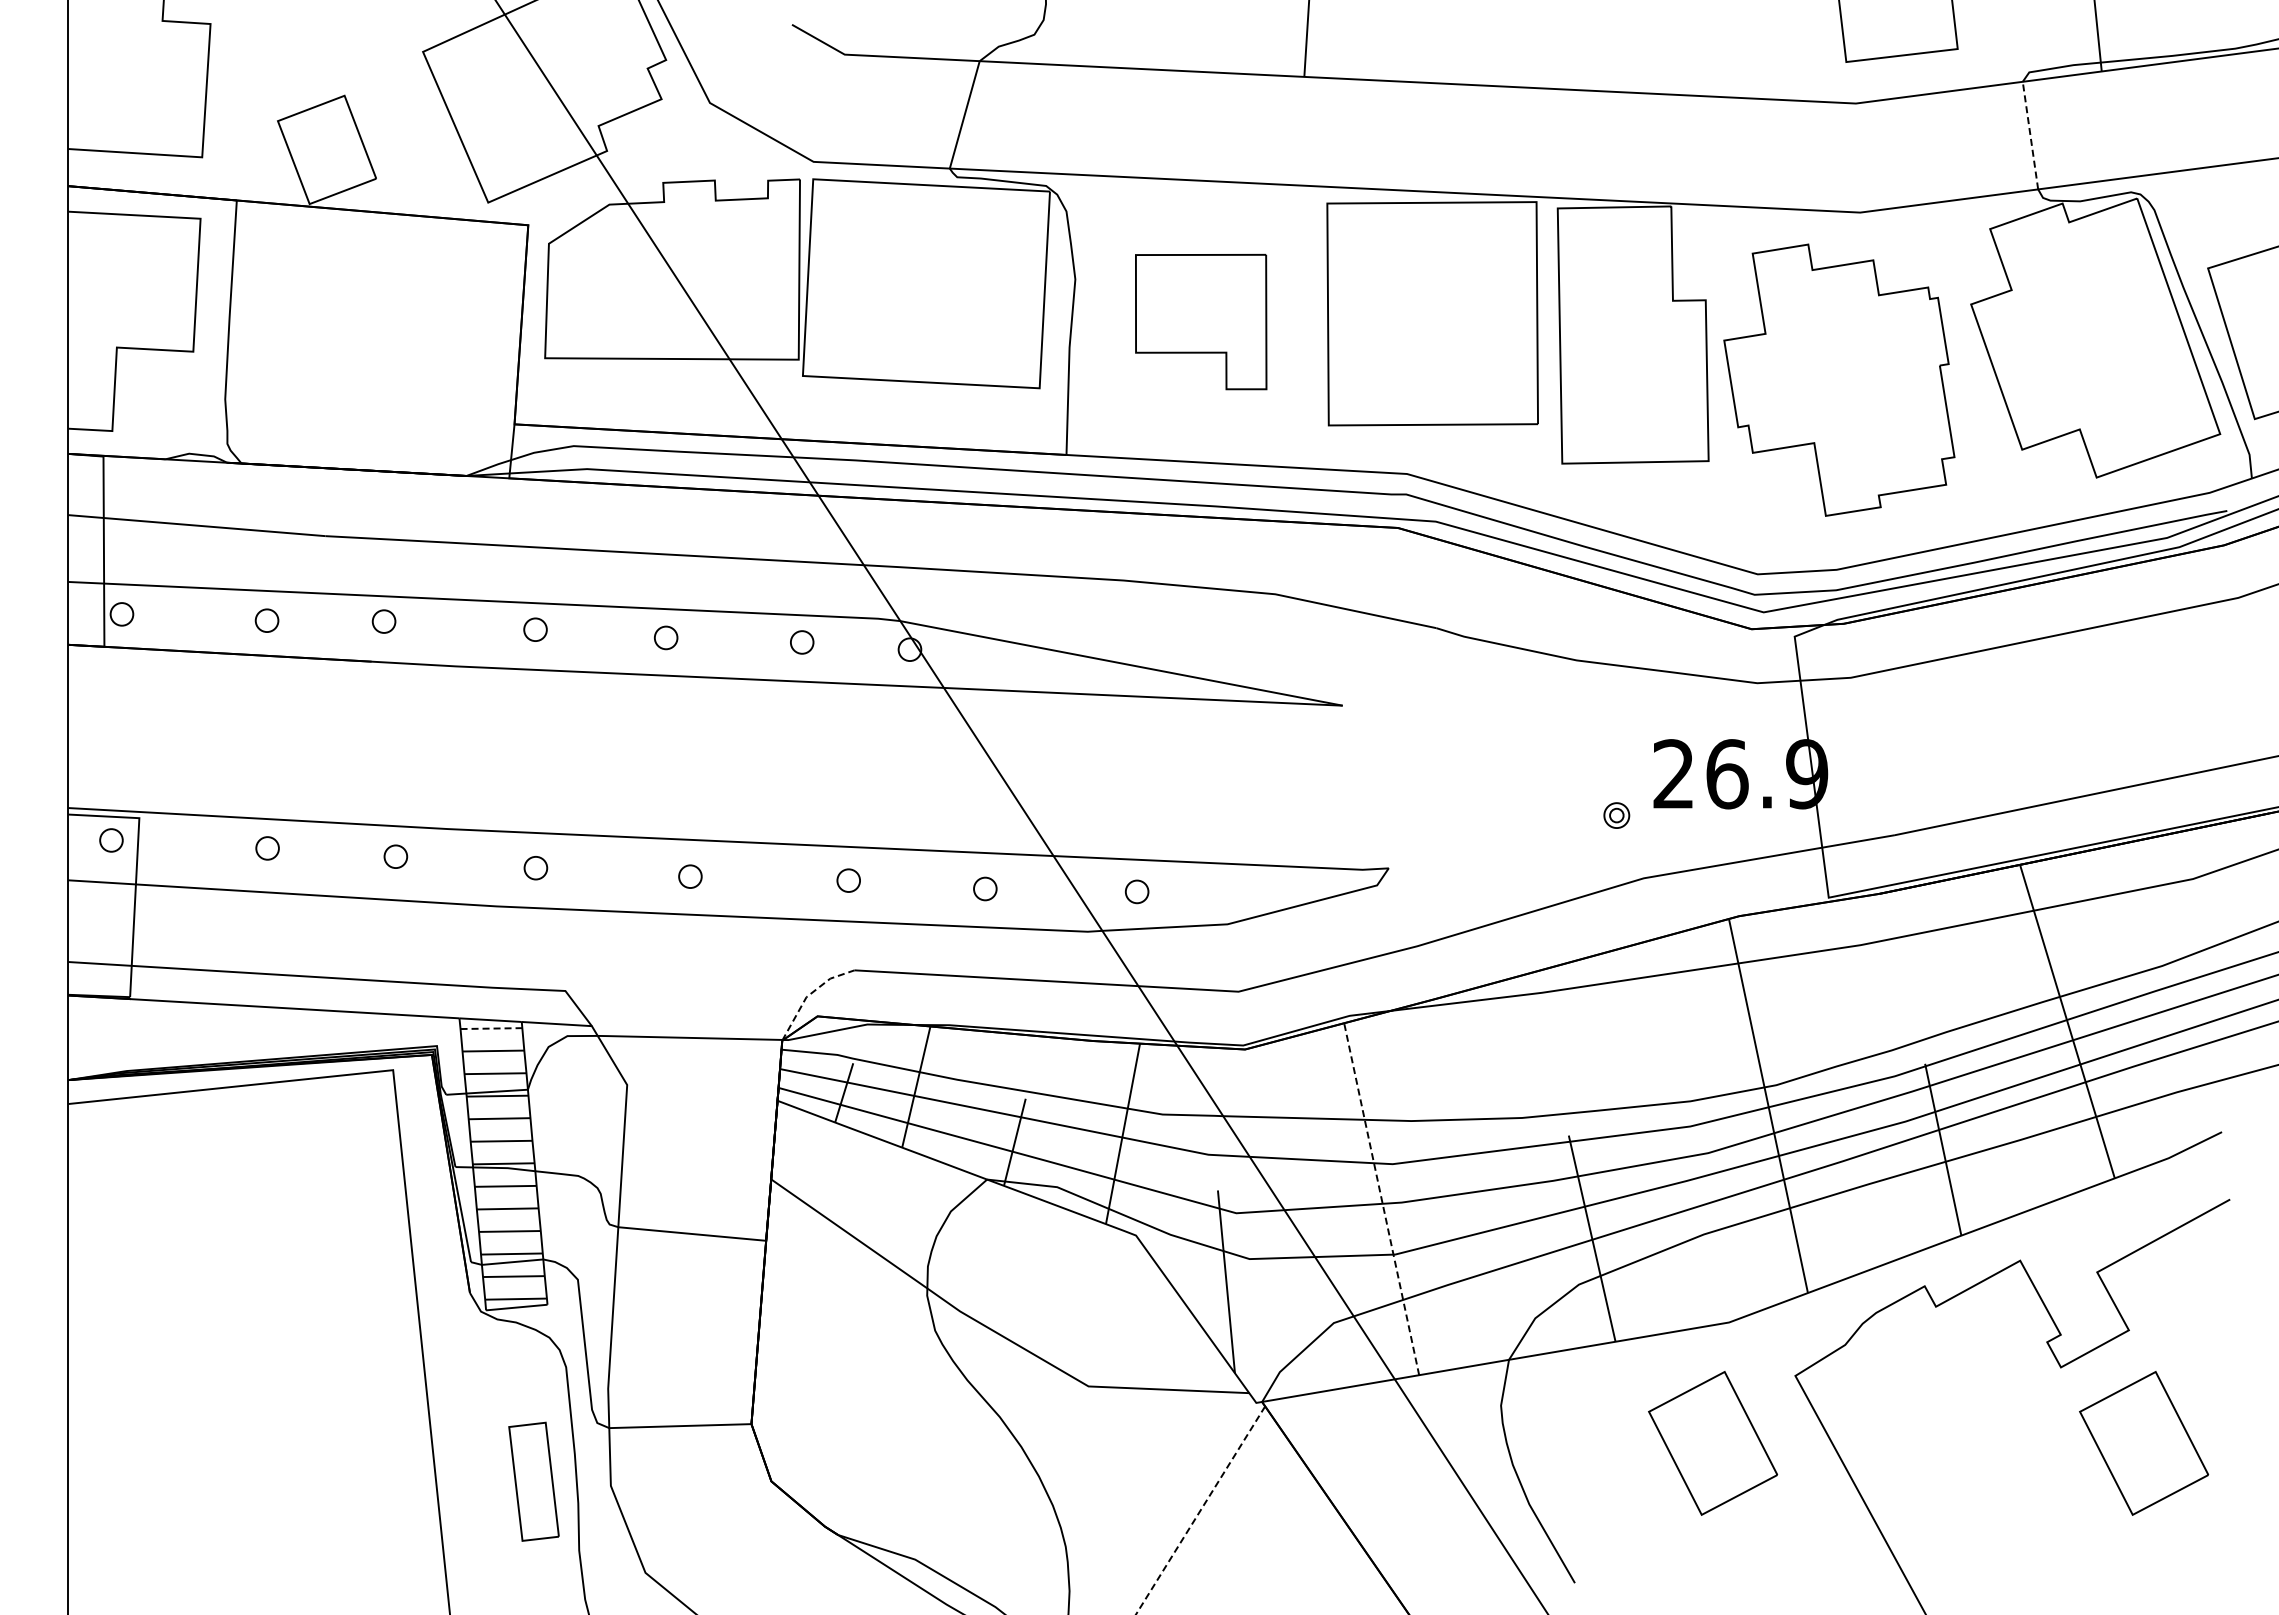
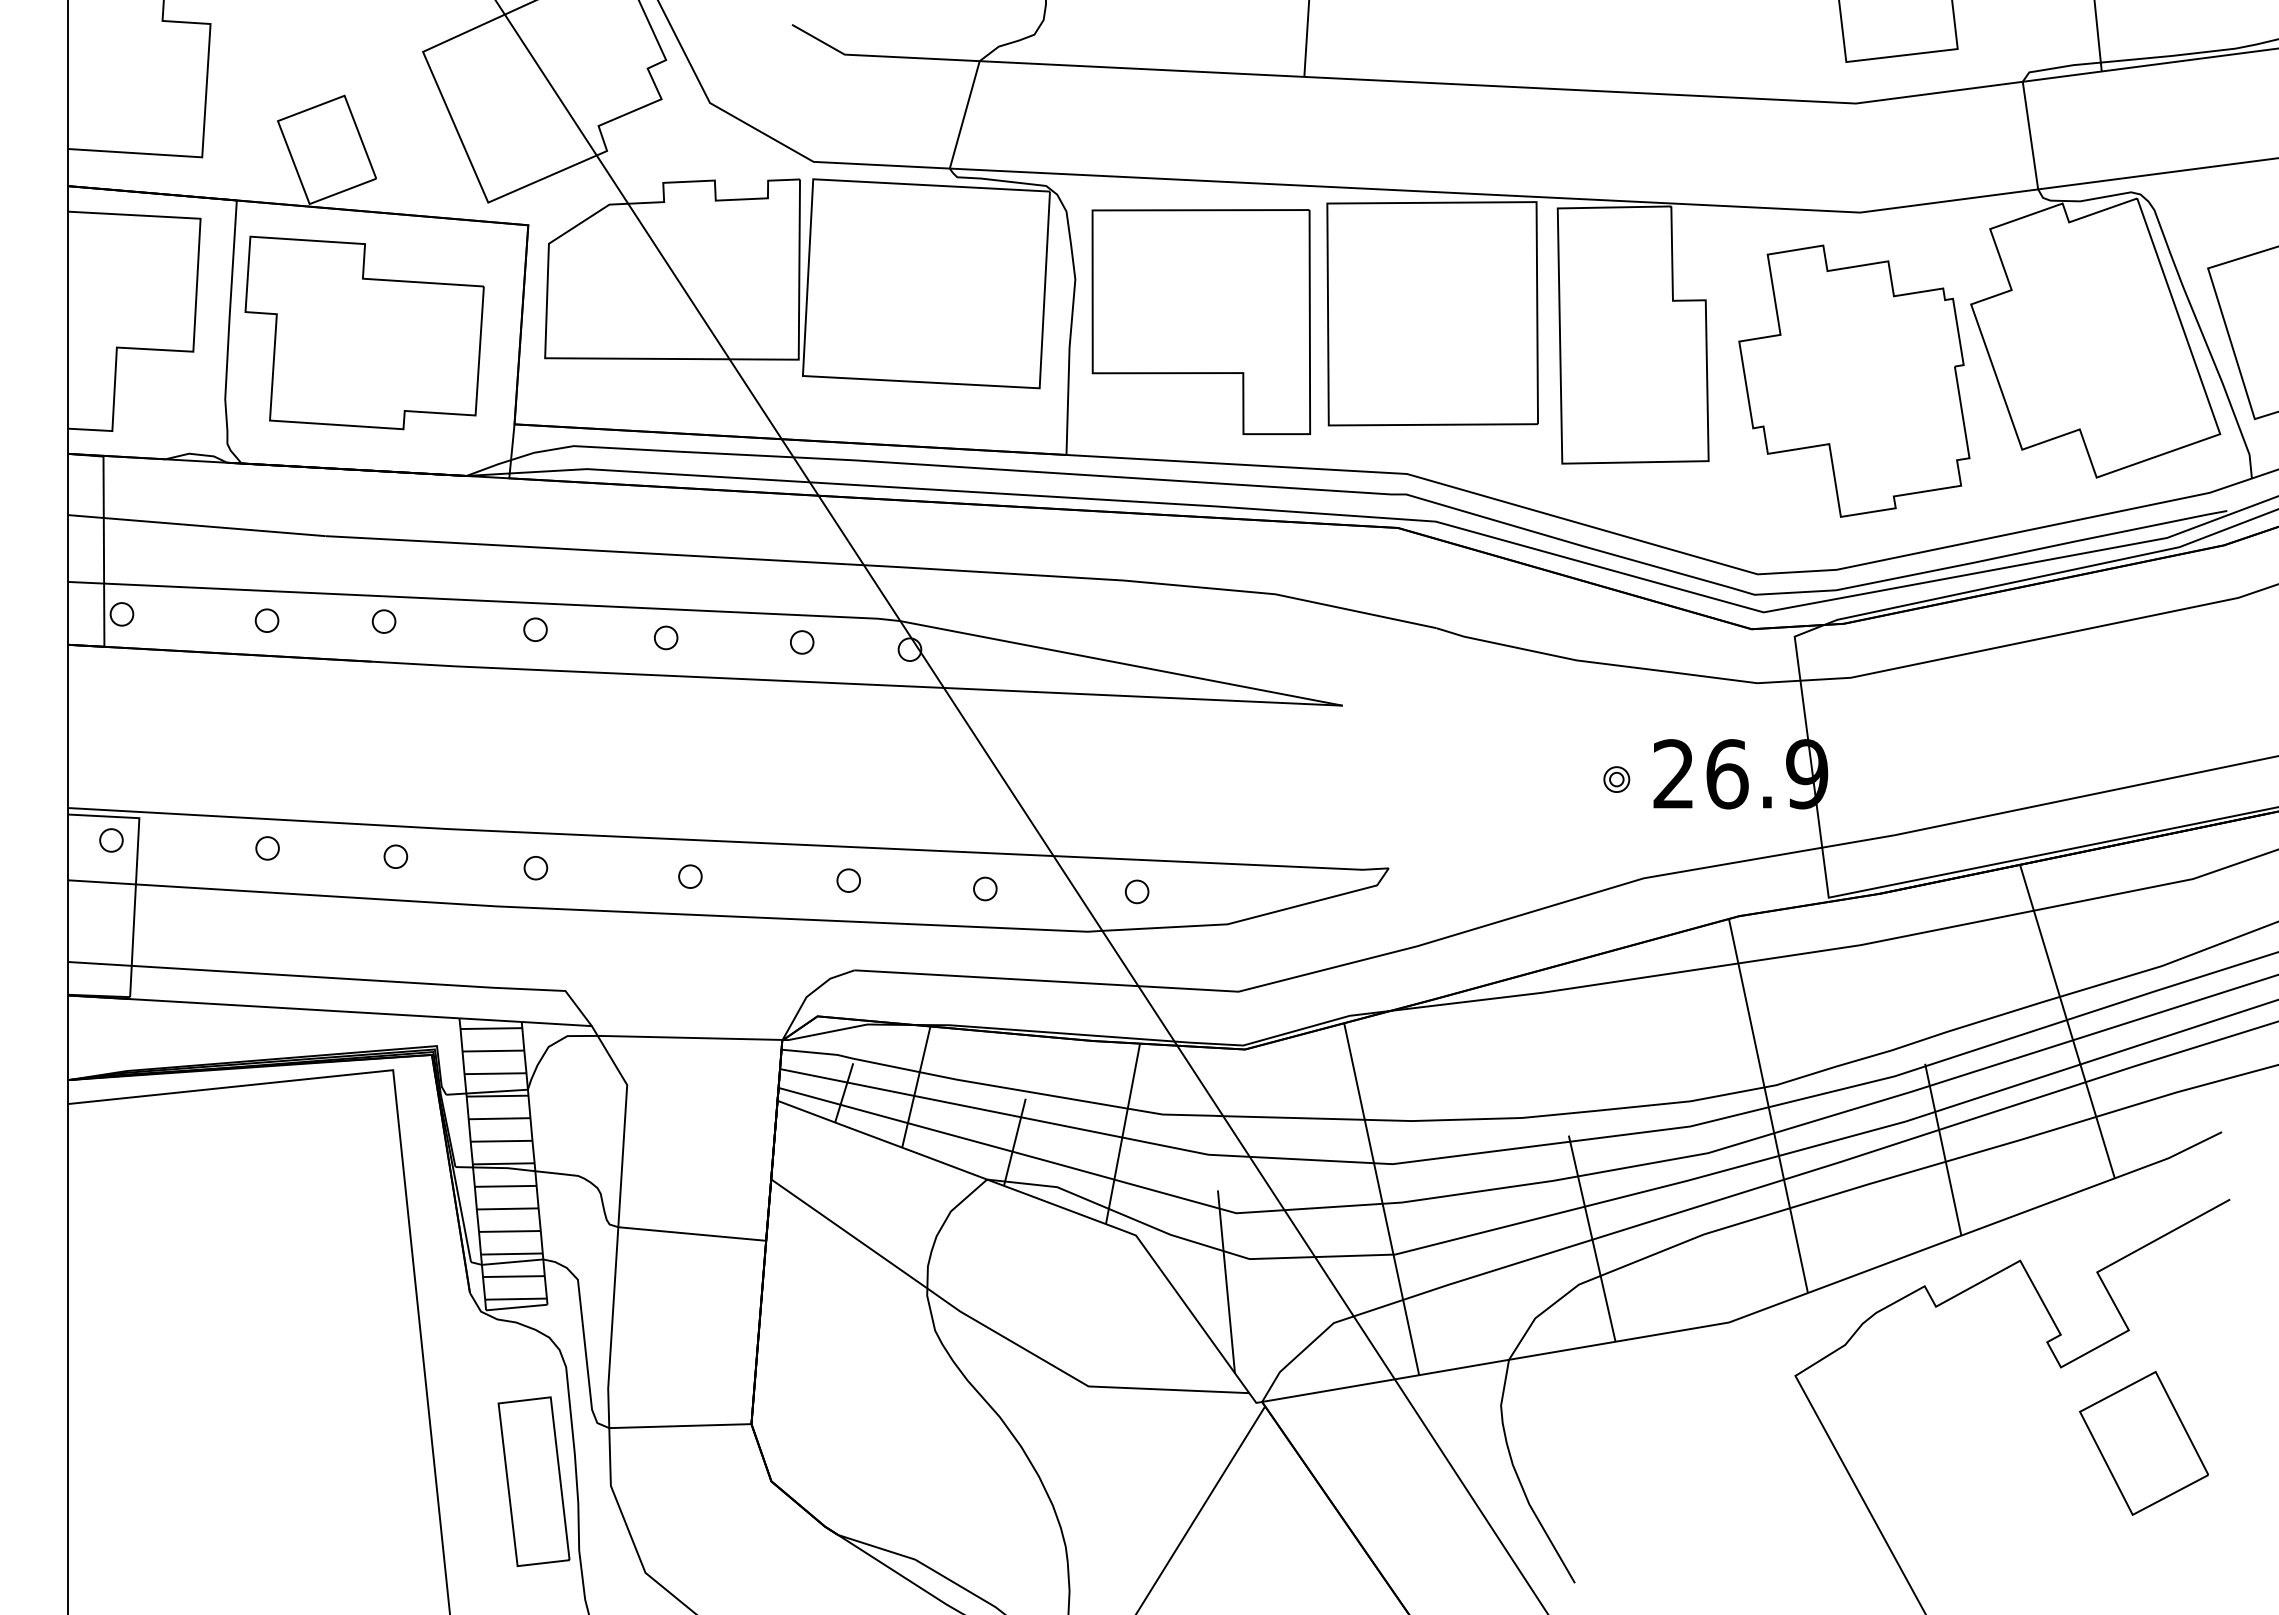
line at (2030, 135): dashed -> solid
part at (1201, 321) size: 133x138 px -> 220x226 px
part at (364, 332): none -> present
part at (1839, 379) position: (1839, 379) -> (1854, 380)
part at (1616, 815) position: (1616, 815) -> (1616, 779)
line at (809, 994): dashed -> solid
line at (491, 1028): dashed -> solid
line at (1381, 1199): dashed -> solid
part at (1713, 1443): present -> none
part at (533, 1481) size: 52x121 px -> 74x172 px
line at (1200, 1510): dashed -> solid
